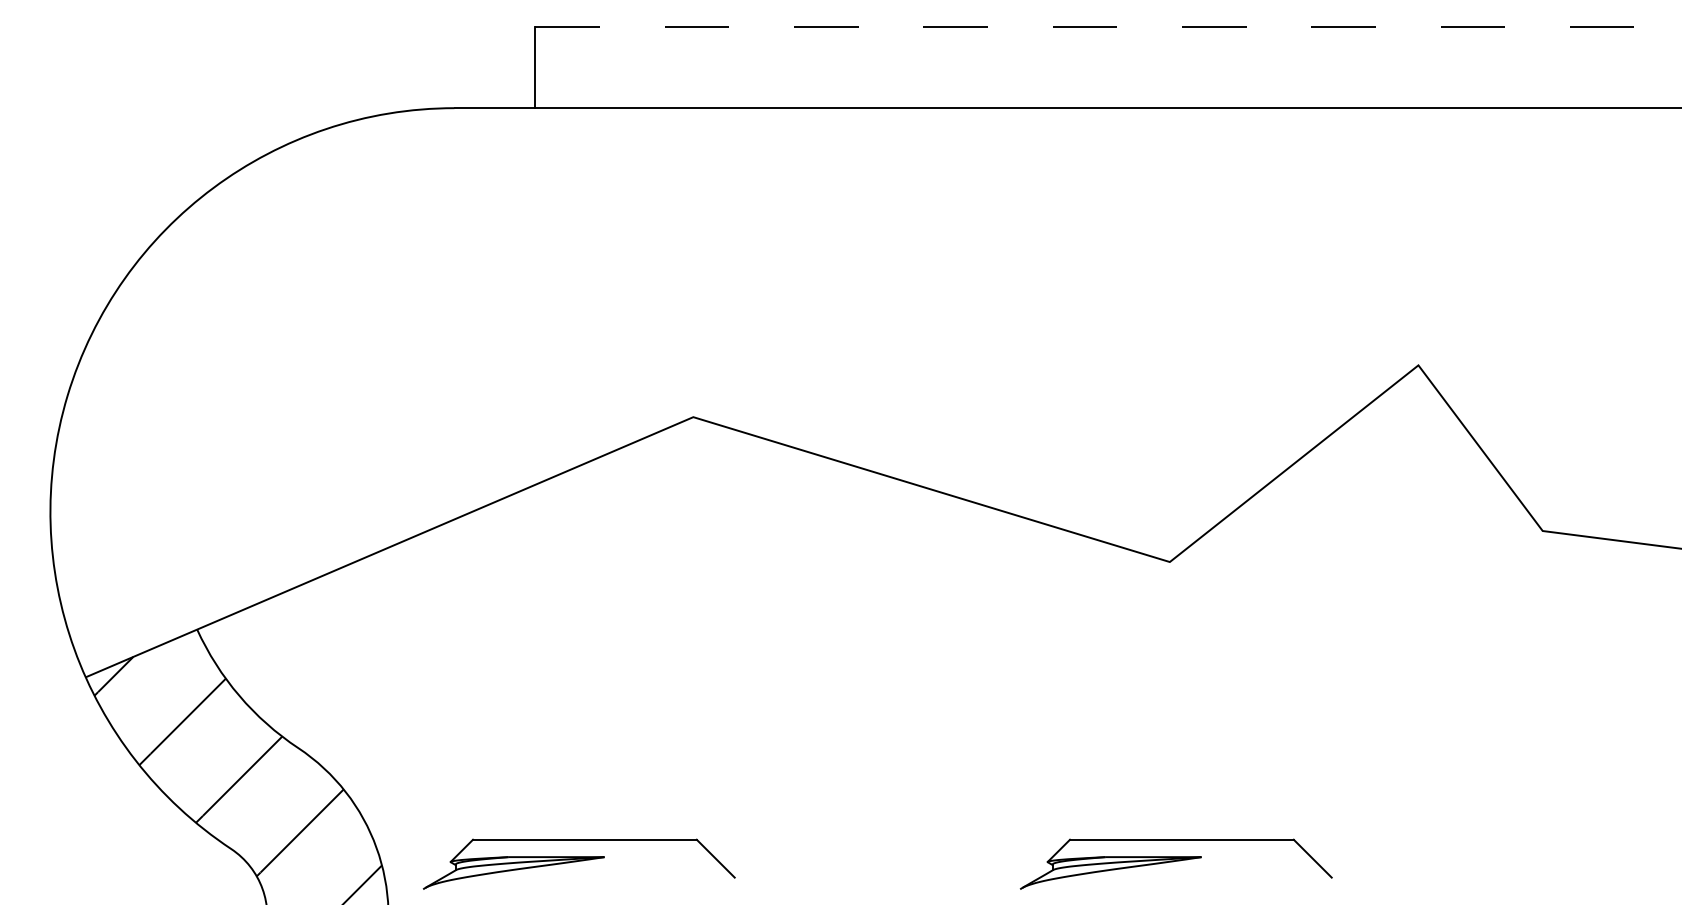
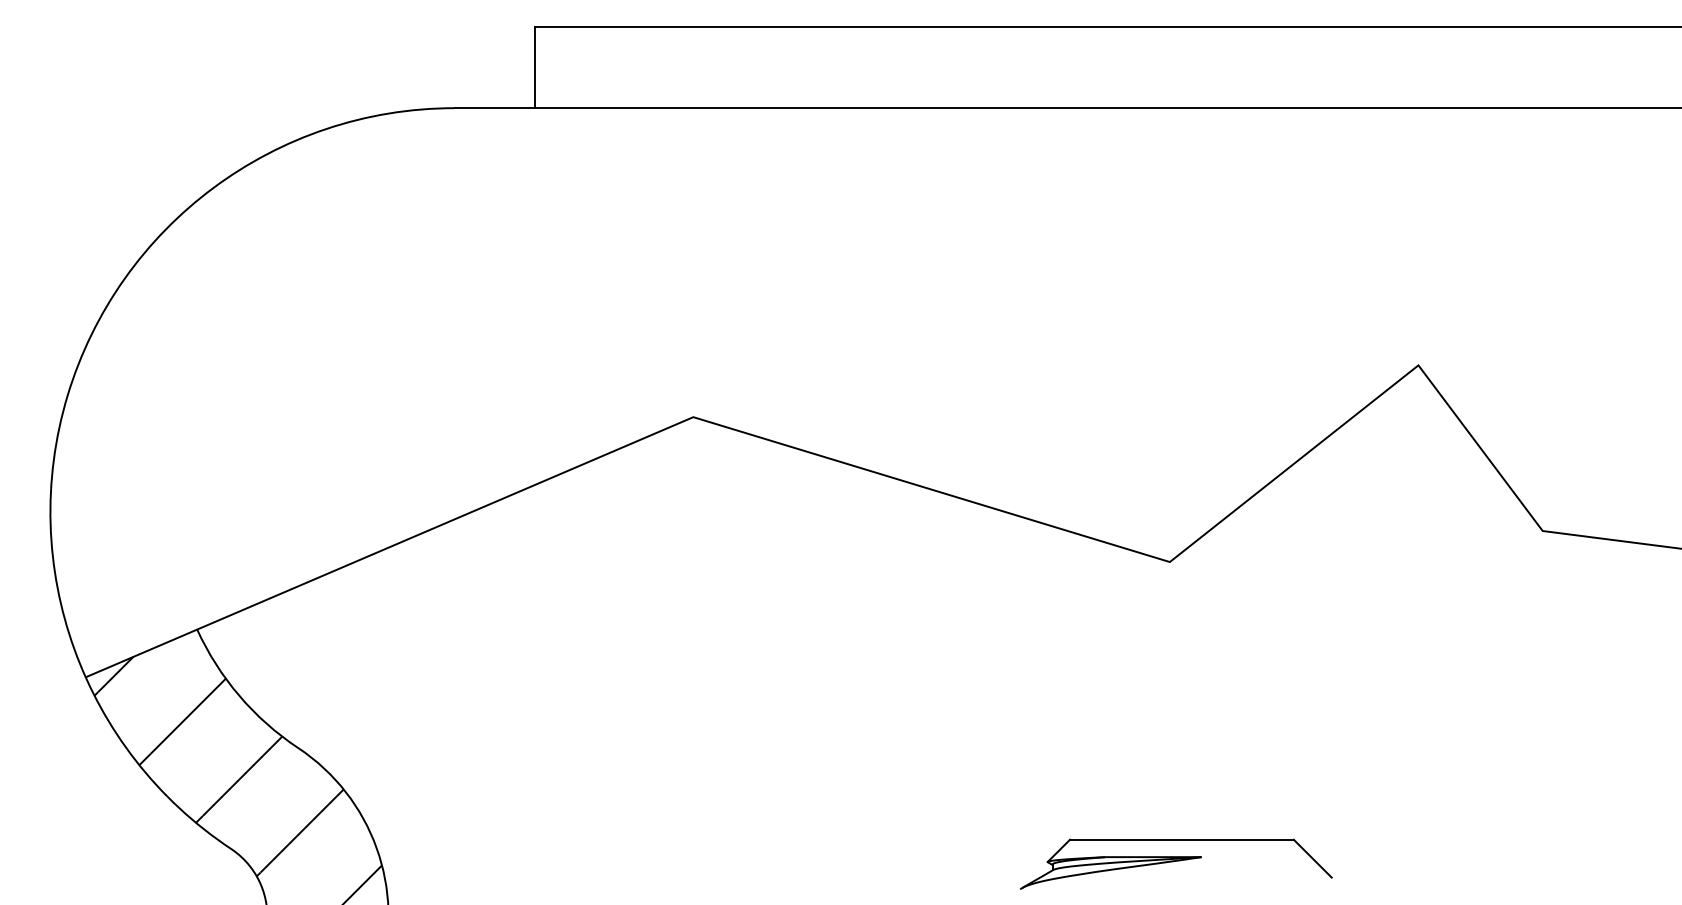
line at (1109, 27): dashed -> solid
part at (578, 863): present -> none
